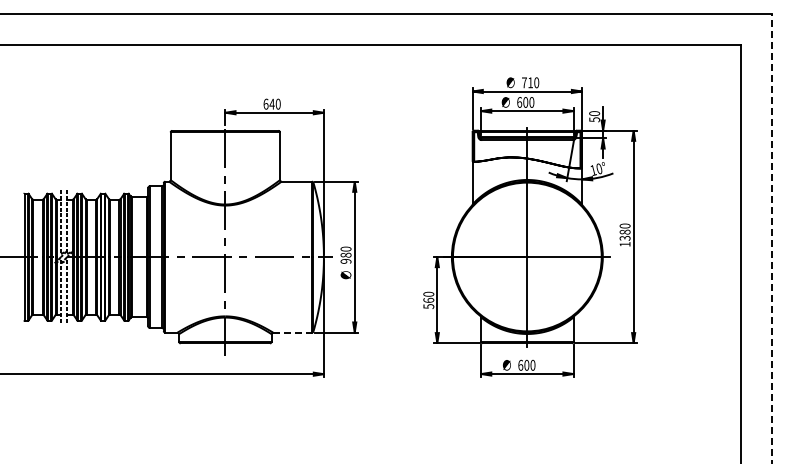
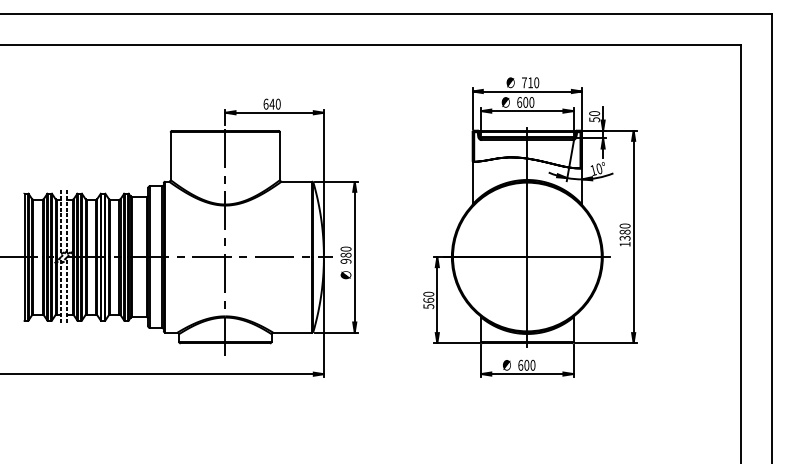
line at (772, 238): dashed -> solid
line at (293, 332): dashed -> solid
